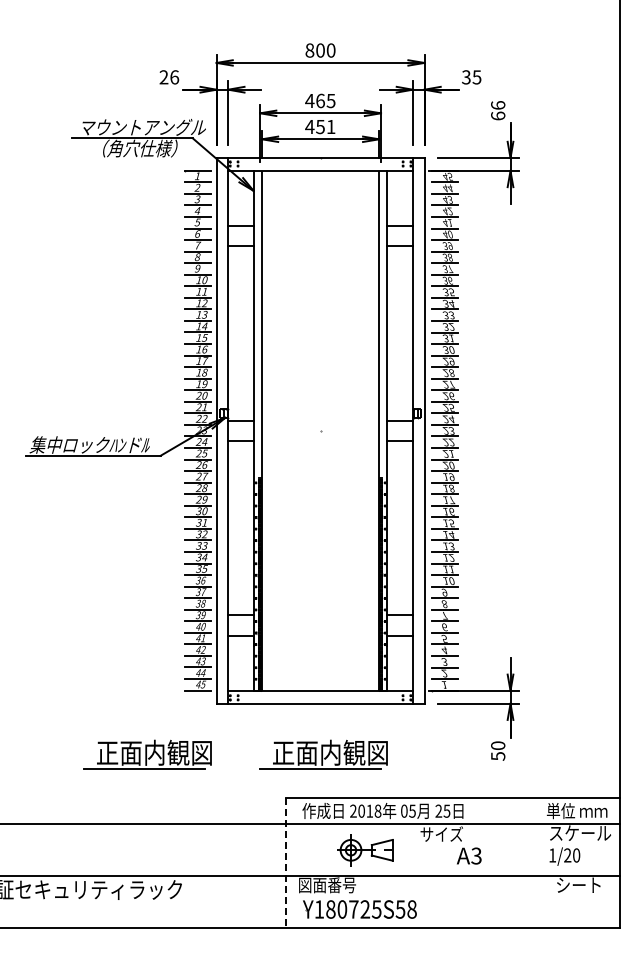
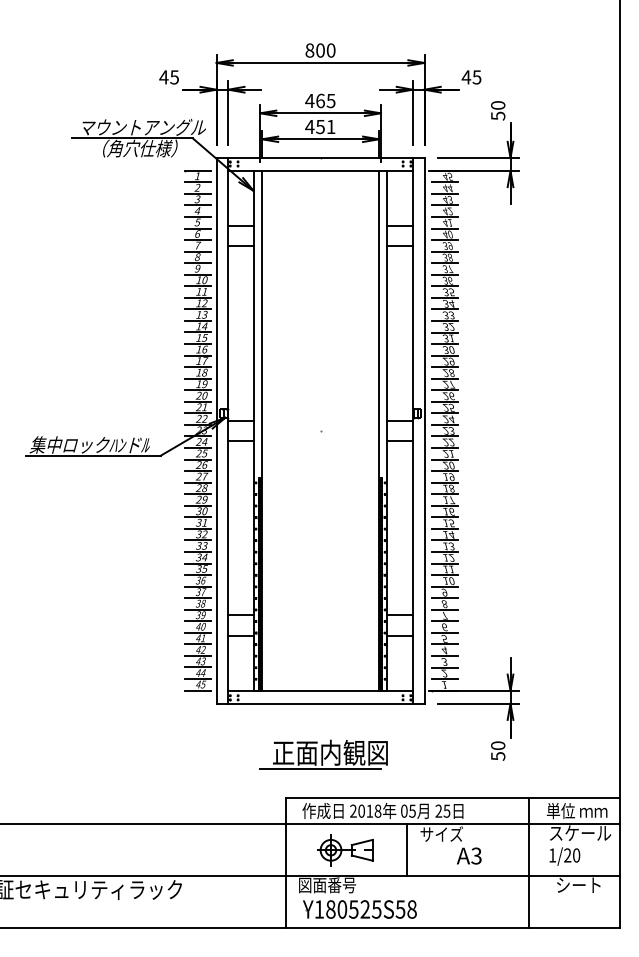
text at (169, 77): 26 -> 45
text at (466, 77): 35 -> 45
text at (498, 110): 66 -> 50
part at (147, 754): present -> none
part at (365, 850) position: (365, 850) -> (345, 850)
line at (407, 850): none -> present
line at (285, 863): dashed -> solid
line at (528, 863): none -> present
text at (353, 909): Y180725S58 -> Y180525S58
